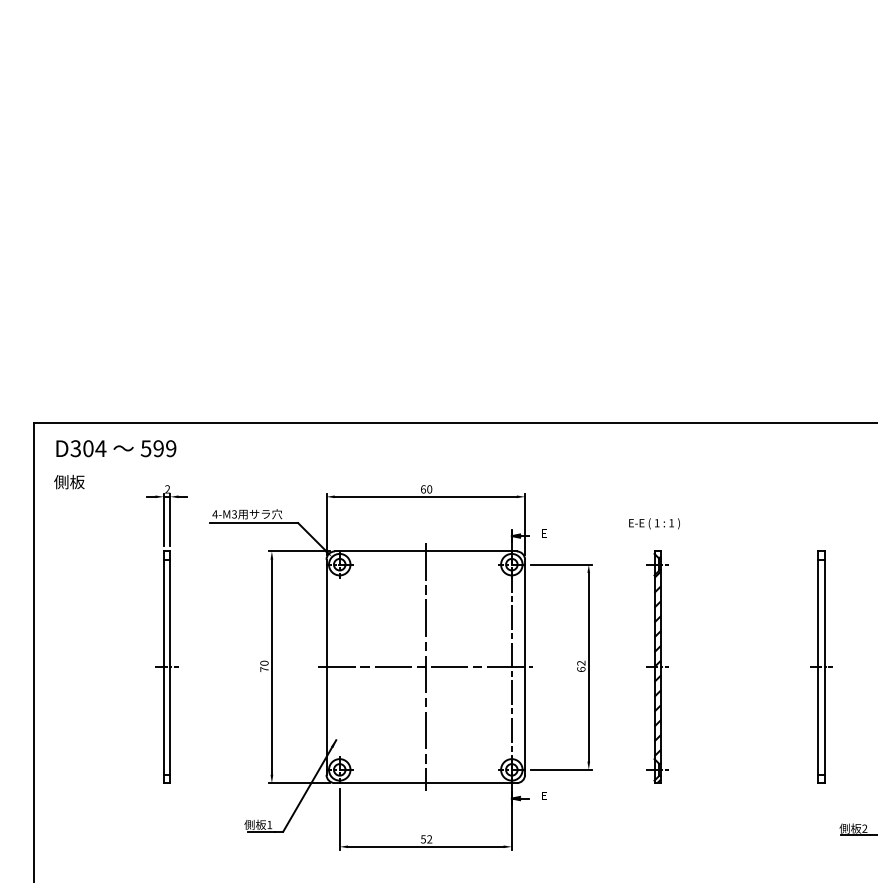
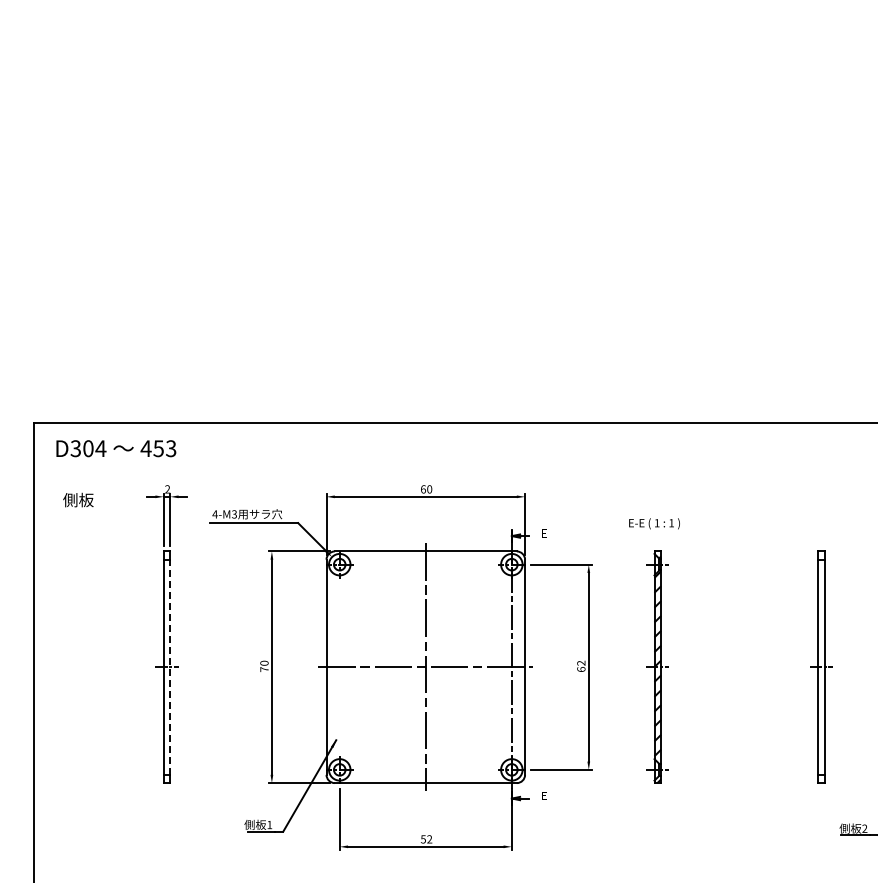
text at (158, 448): 599 -> 453
text at (69, 481) position: (69, 481) -> (78, 499)
line at (170, 667): solid -> dashed
